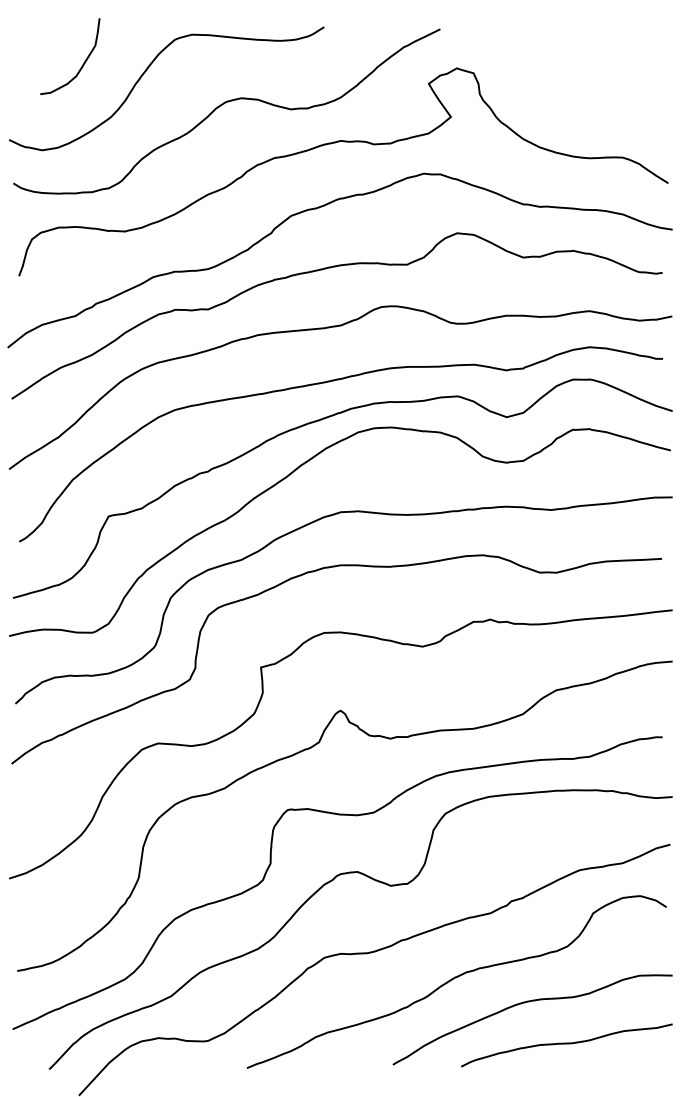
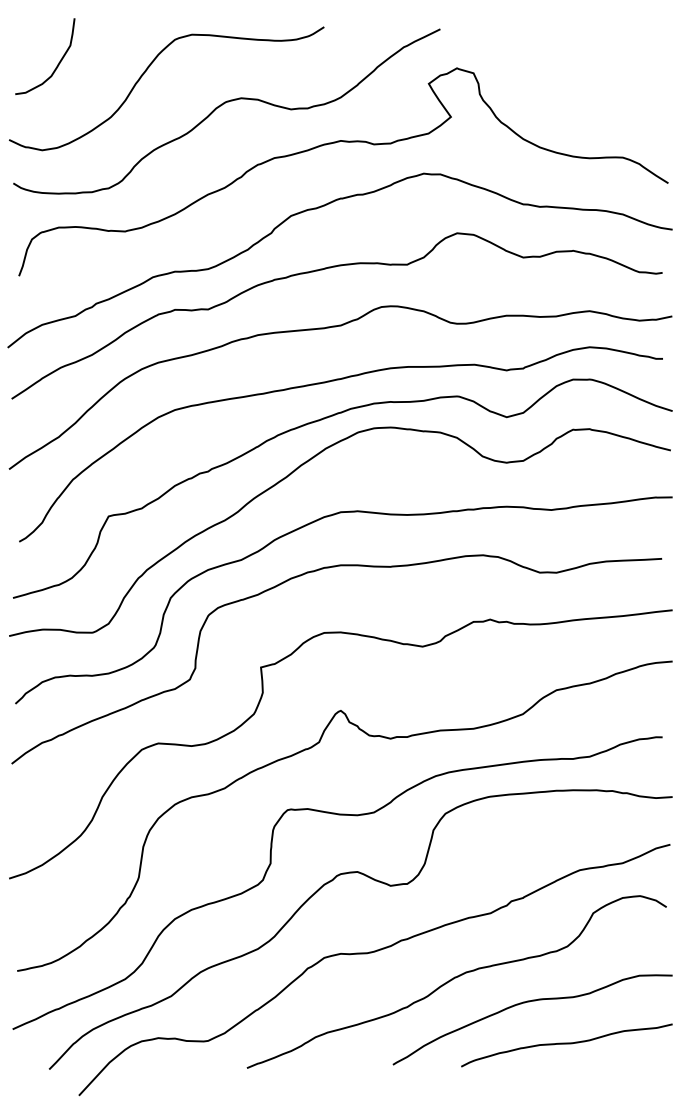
curve at (83, 62) position: (83, 62) -> (58, 62)
